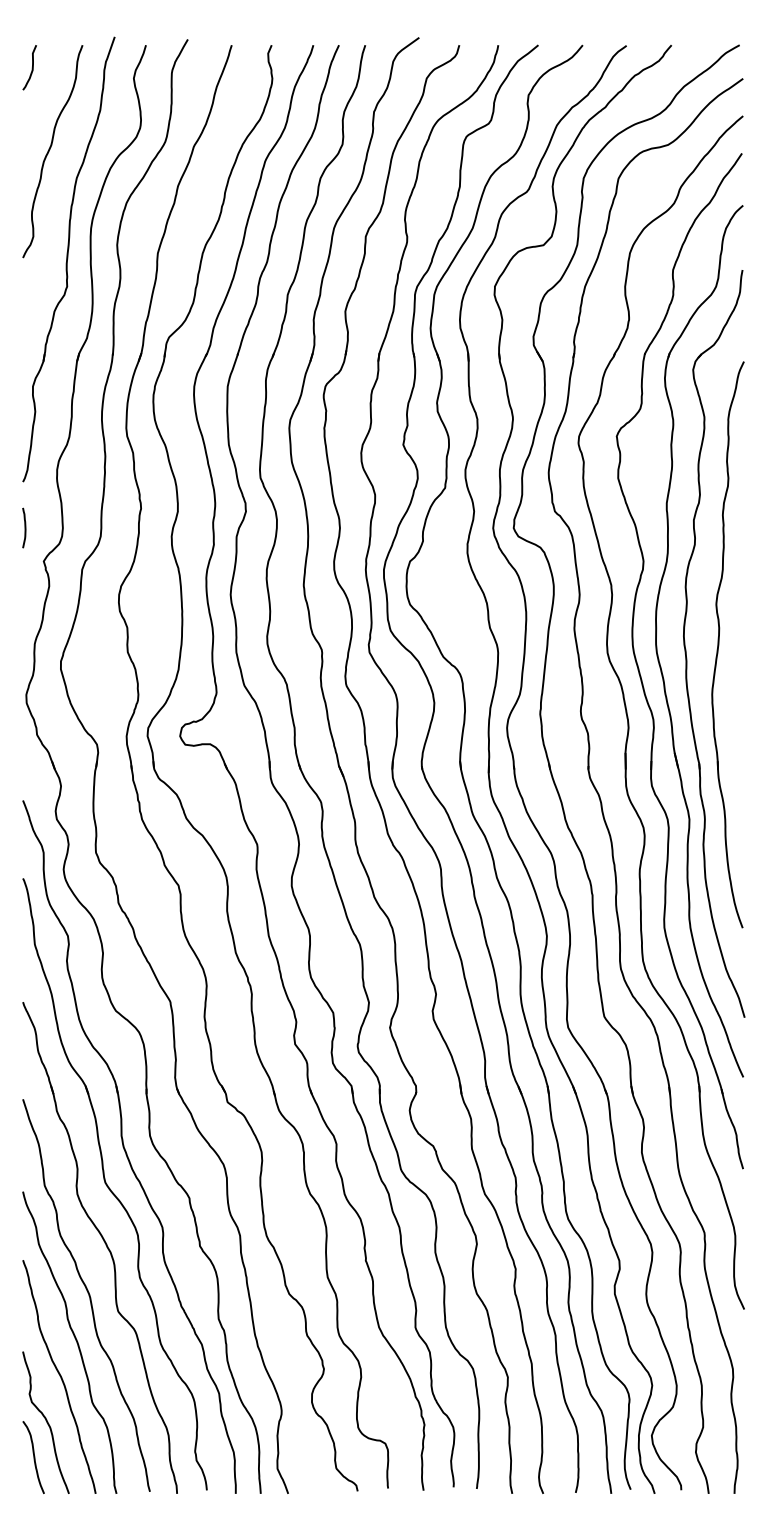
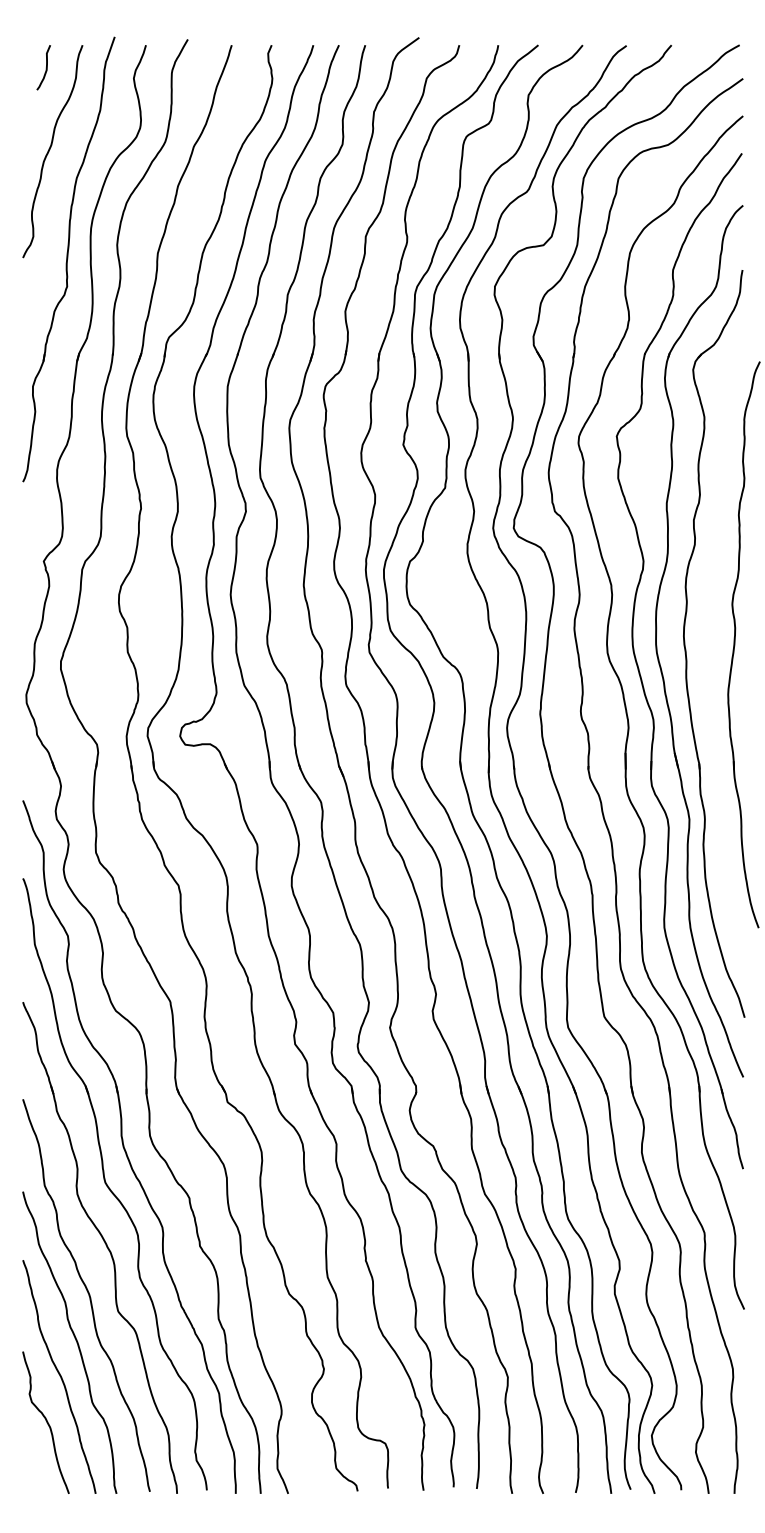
curve at (31, 68) position: (31, 68) -> (45, 68)
curve at (24, 527): present -> none
part at (719, 644) position: (719, 644) -> (735, 644)
curve at (33, 1457): present -> none
